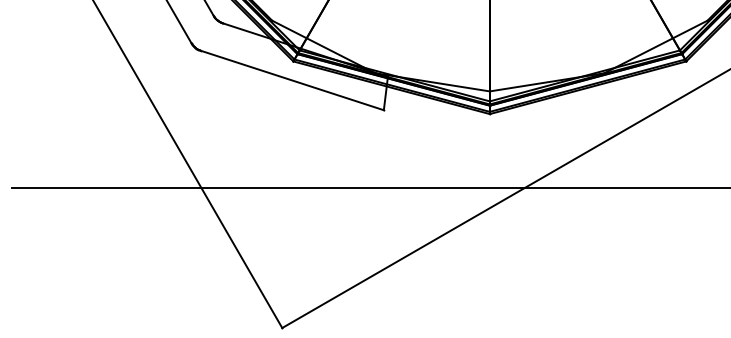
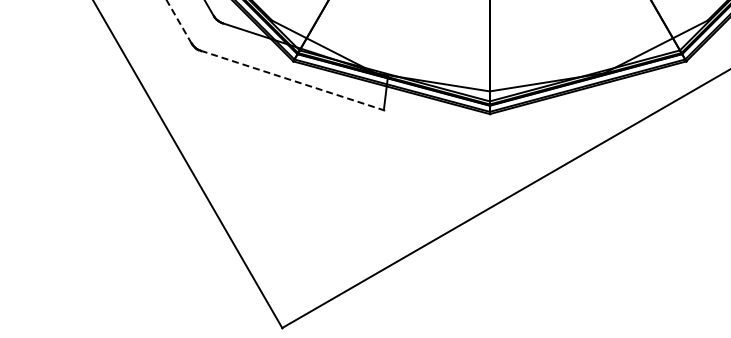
line at (179, 21): solid -> dashed
line at (292, 80): solid -> dashed
line at (369, 188): present -> none
